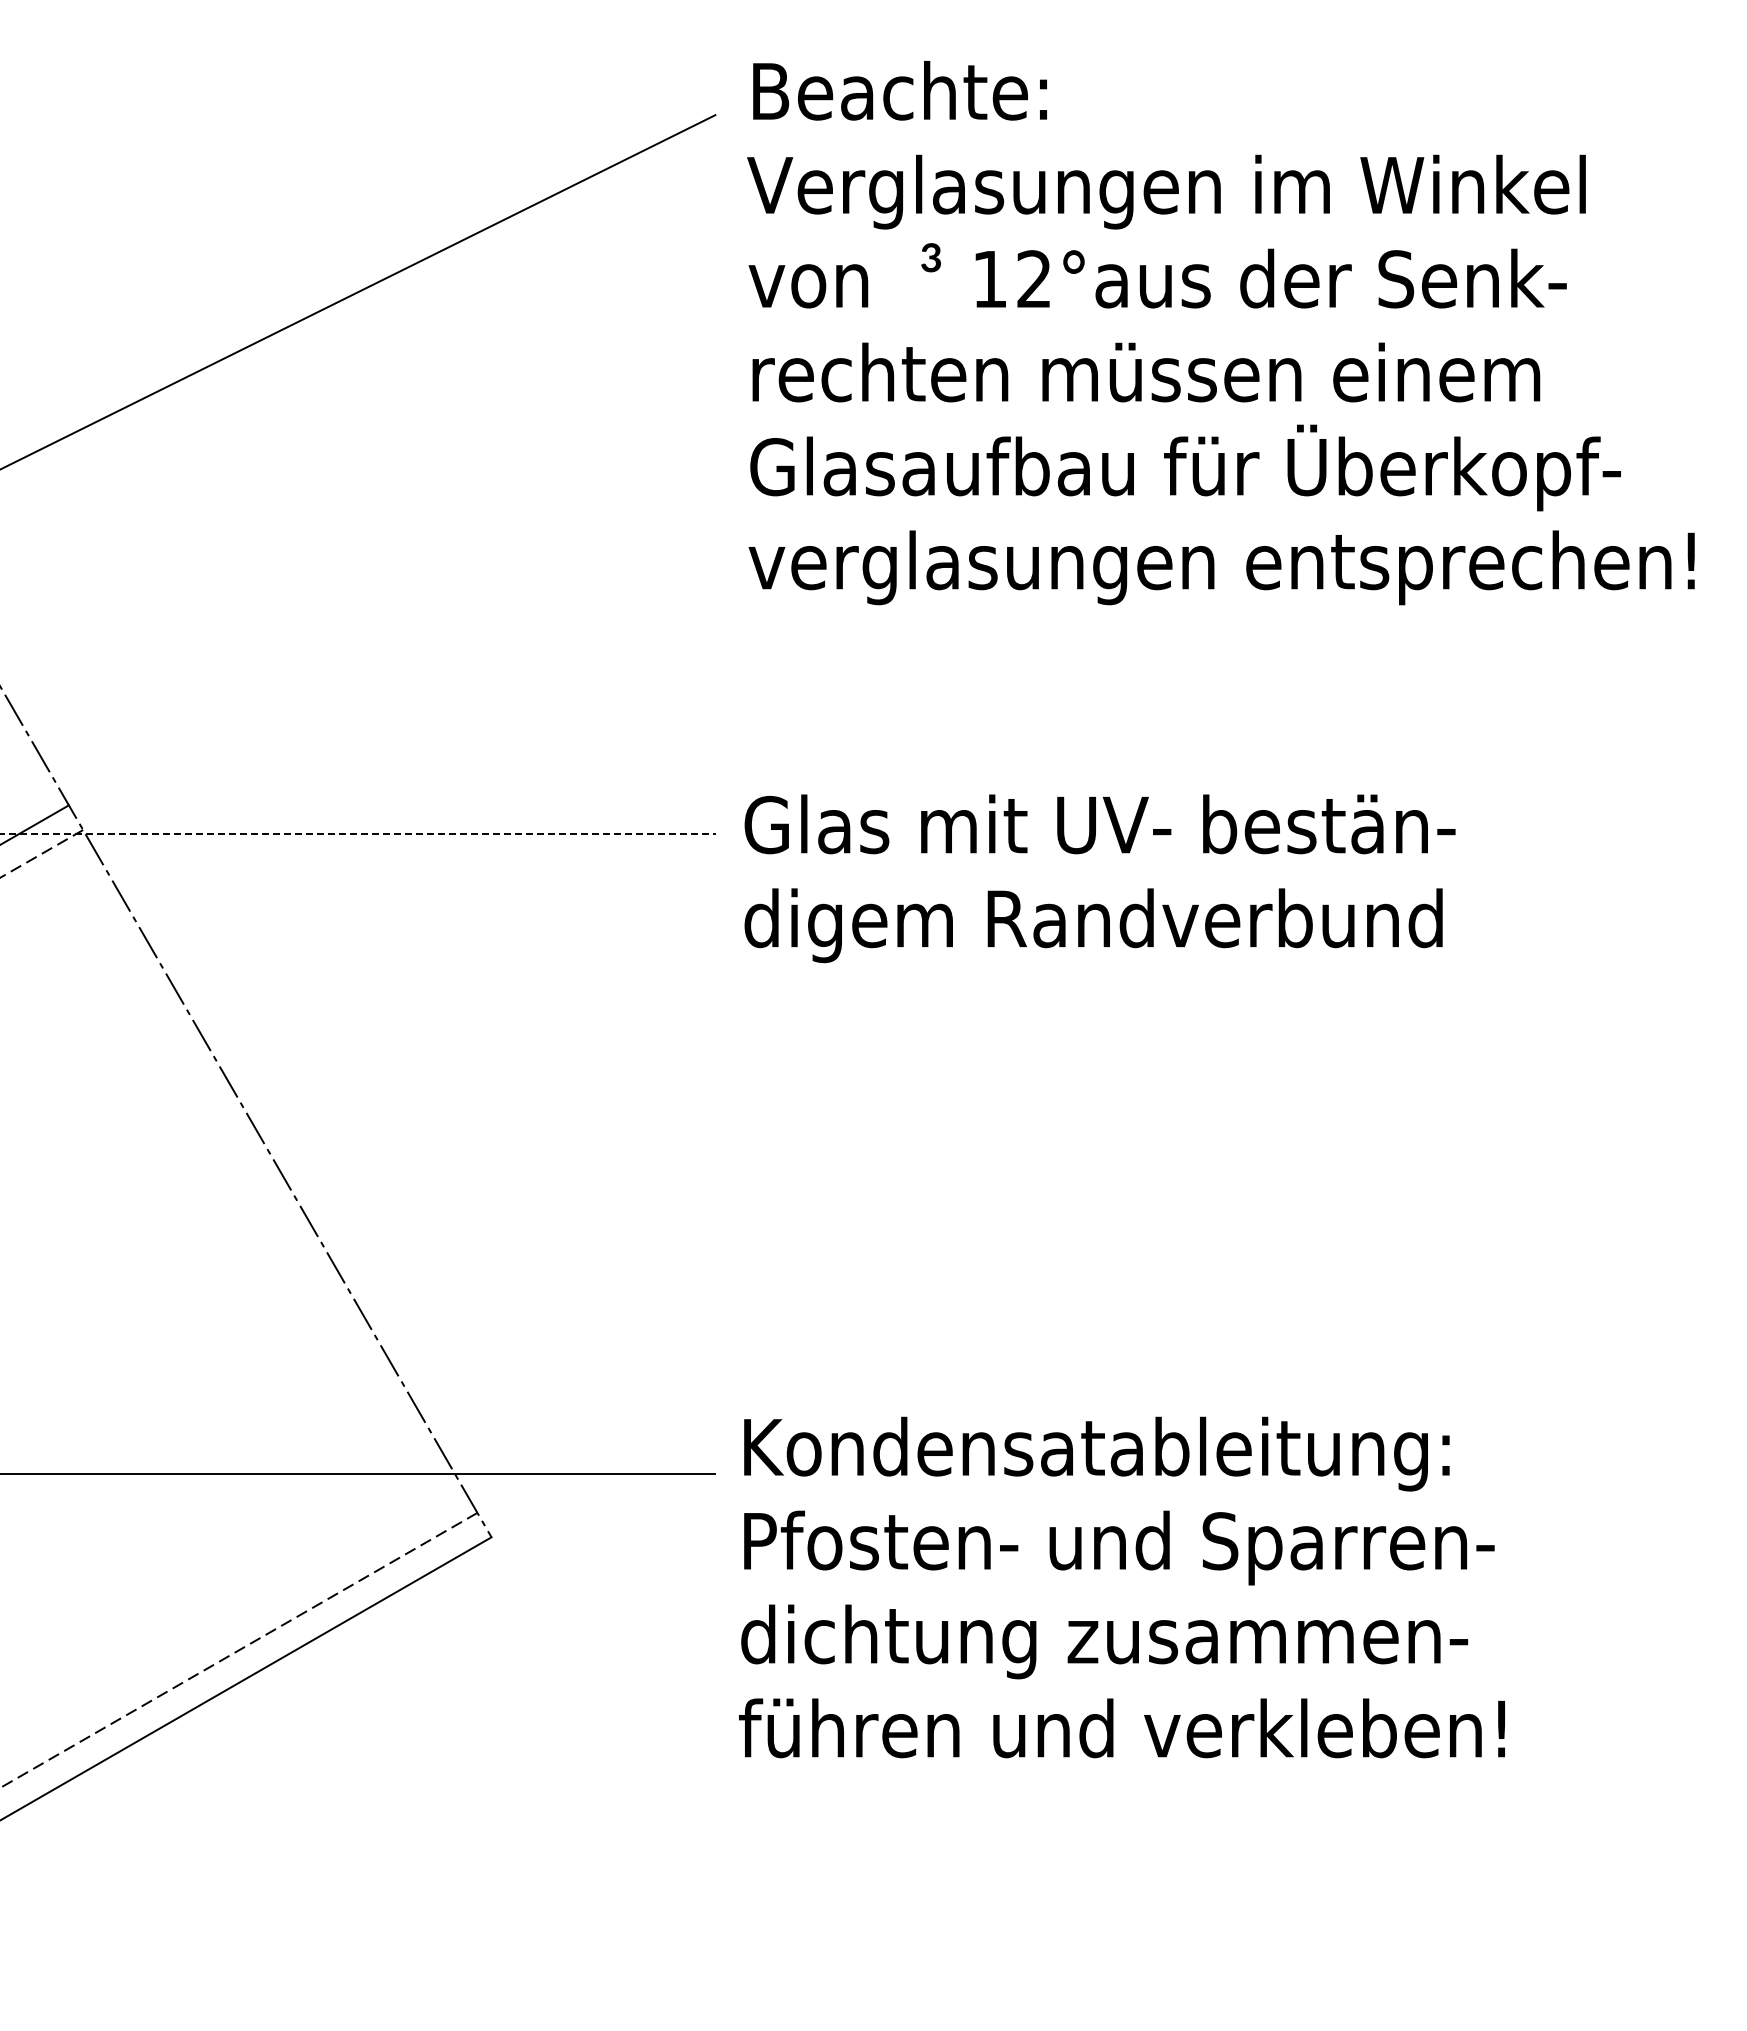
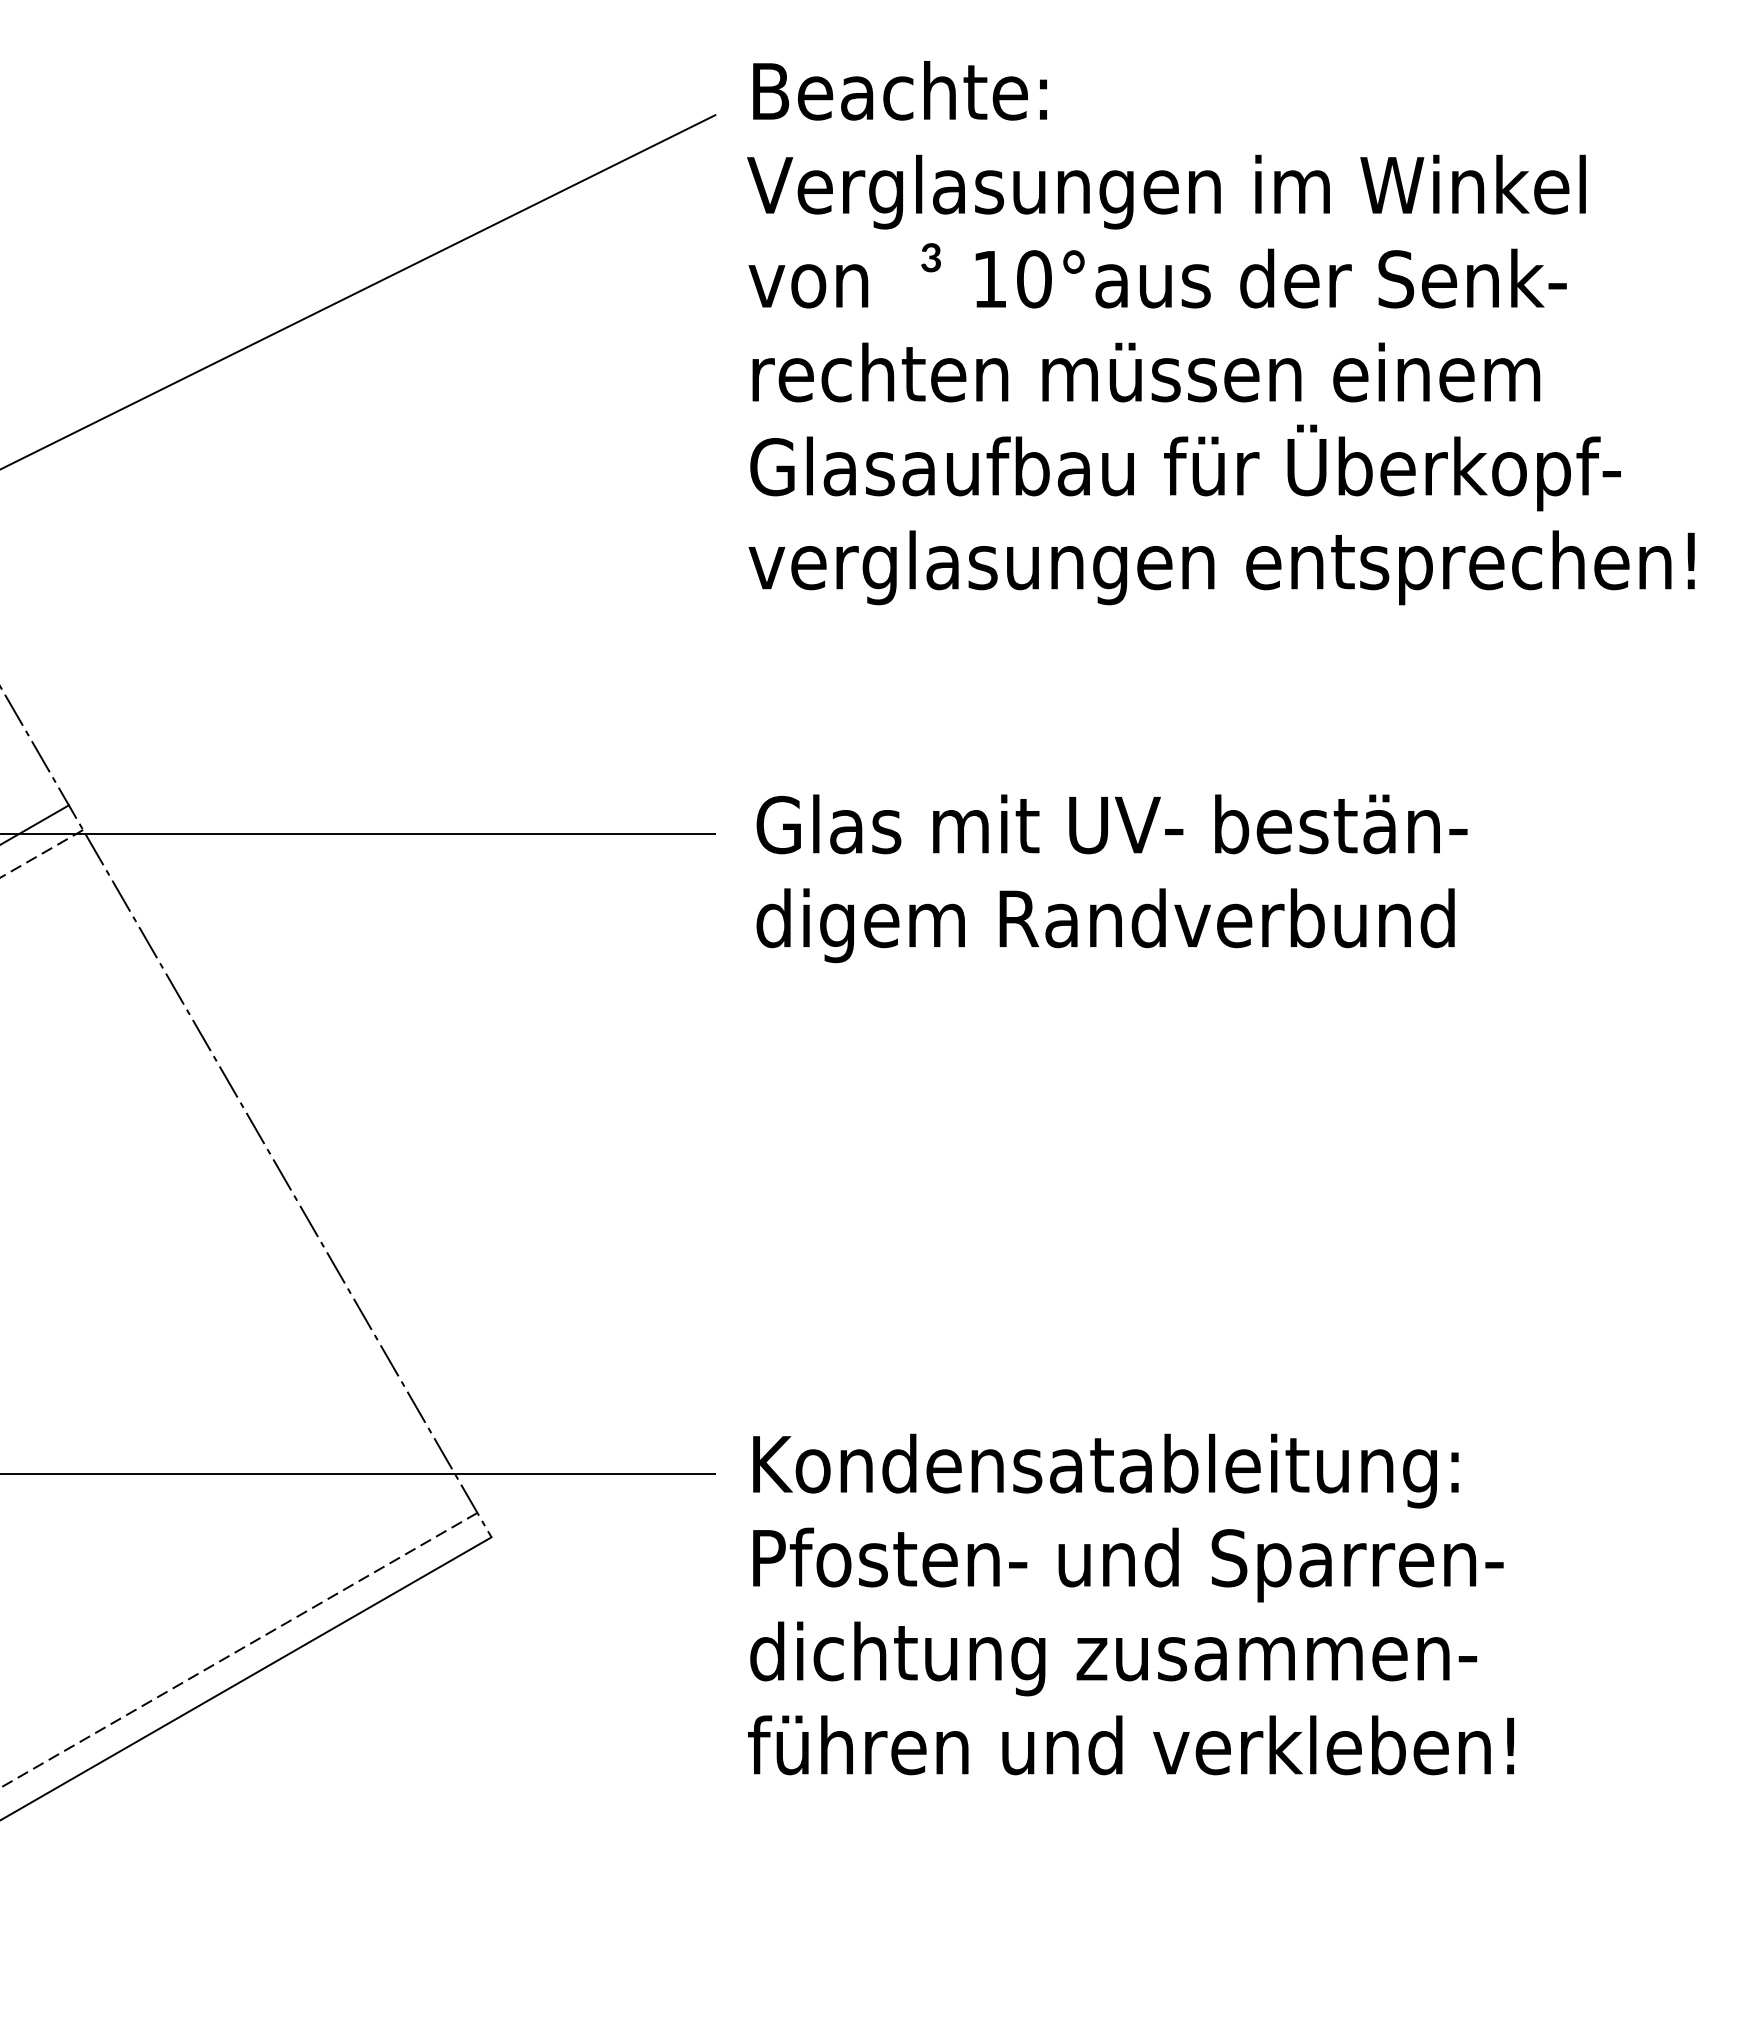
text at (1034, 279): 12°aus -> 10°aus
line at (358, 834): dashed -> solid
text at (1099, 878) position: (1099, 878) -> (1111, 878)
text at (1121, 1587) position: (1121, 1587) -> (1130, 1604)
